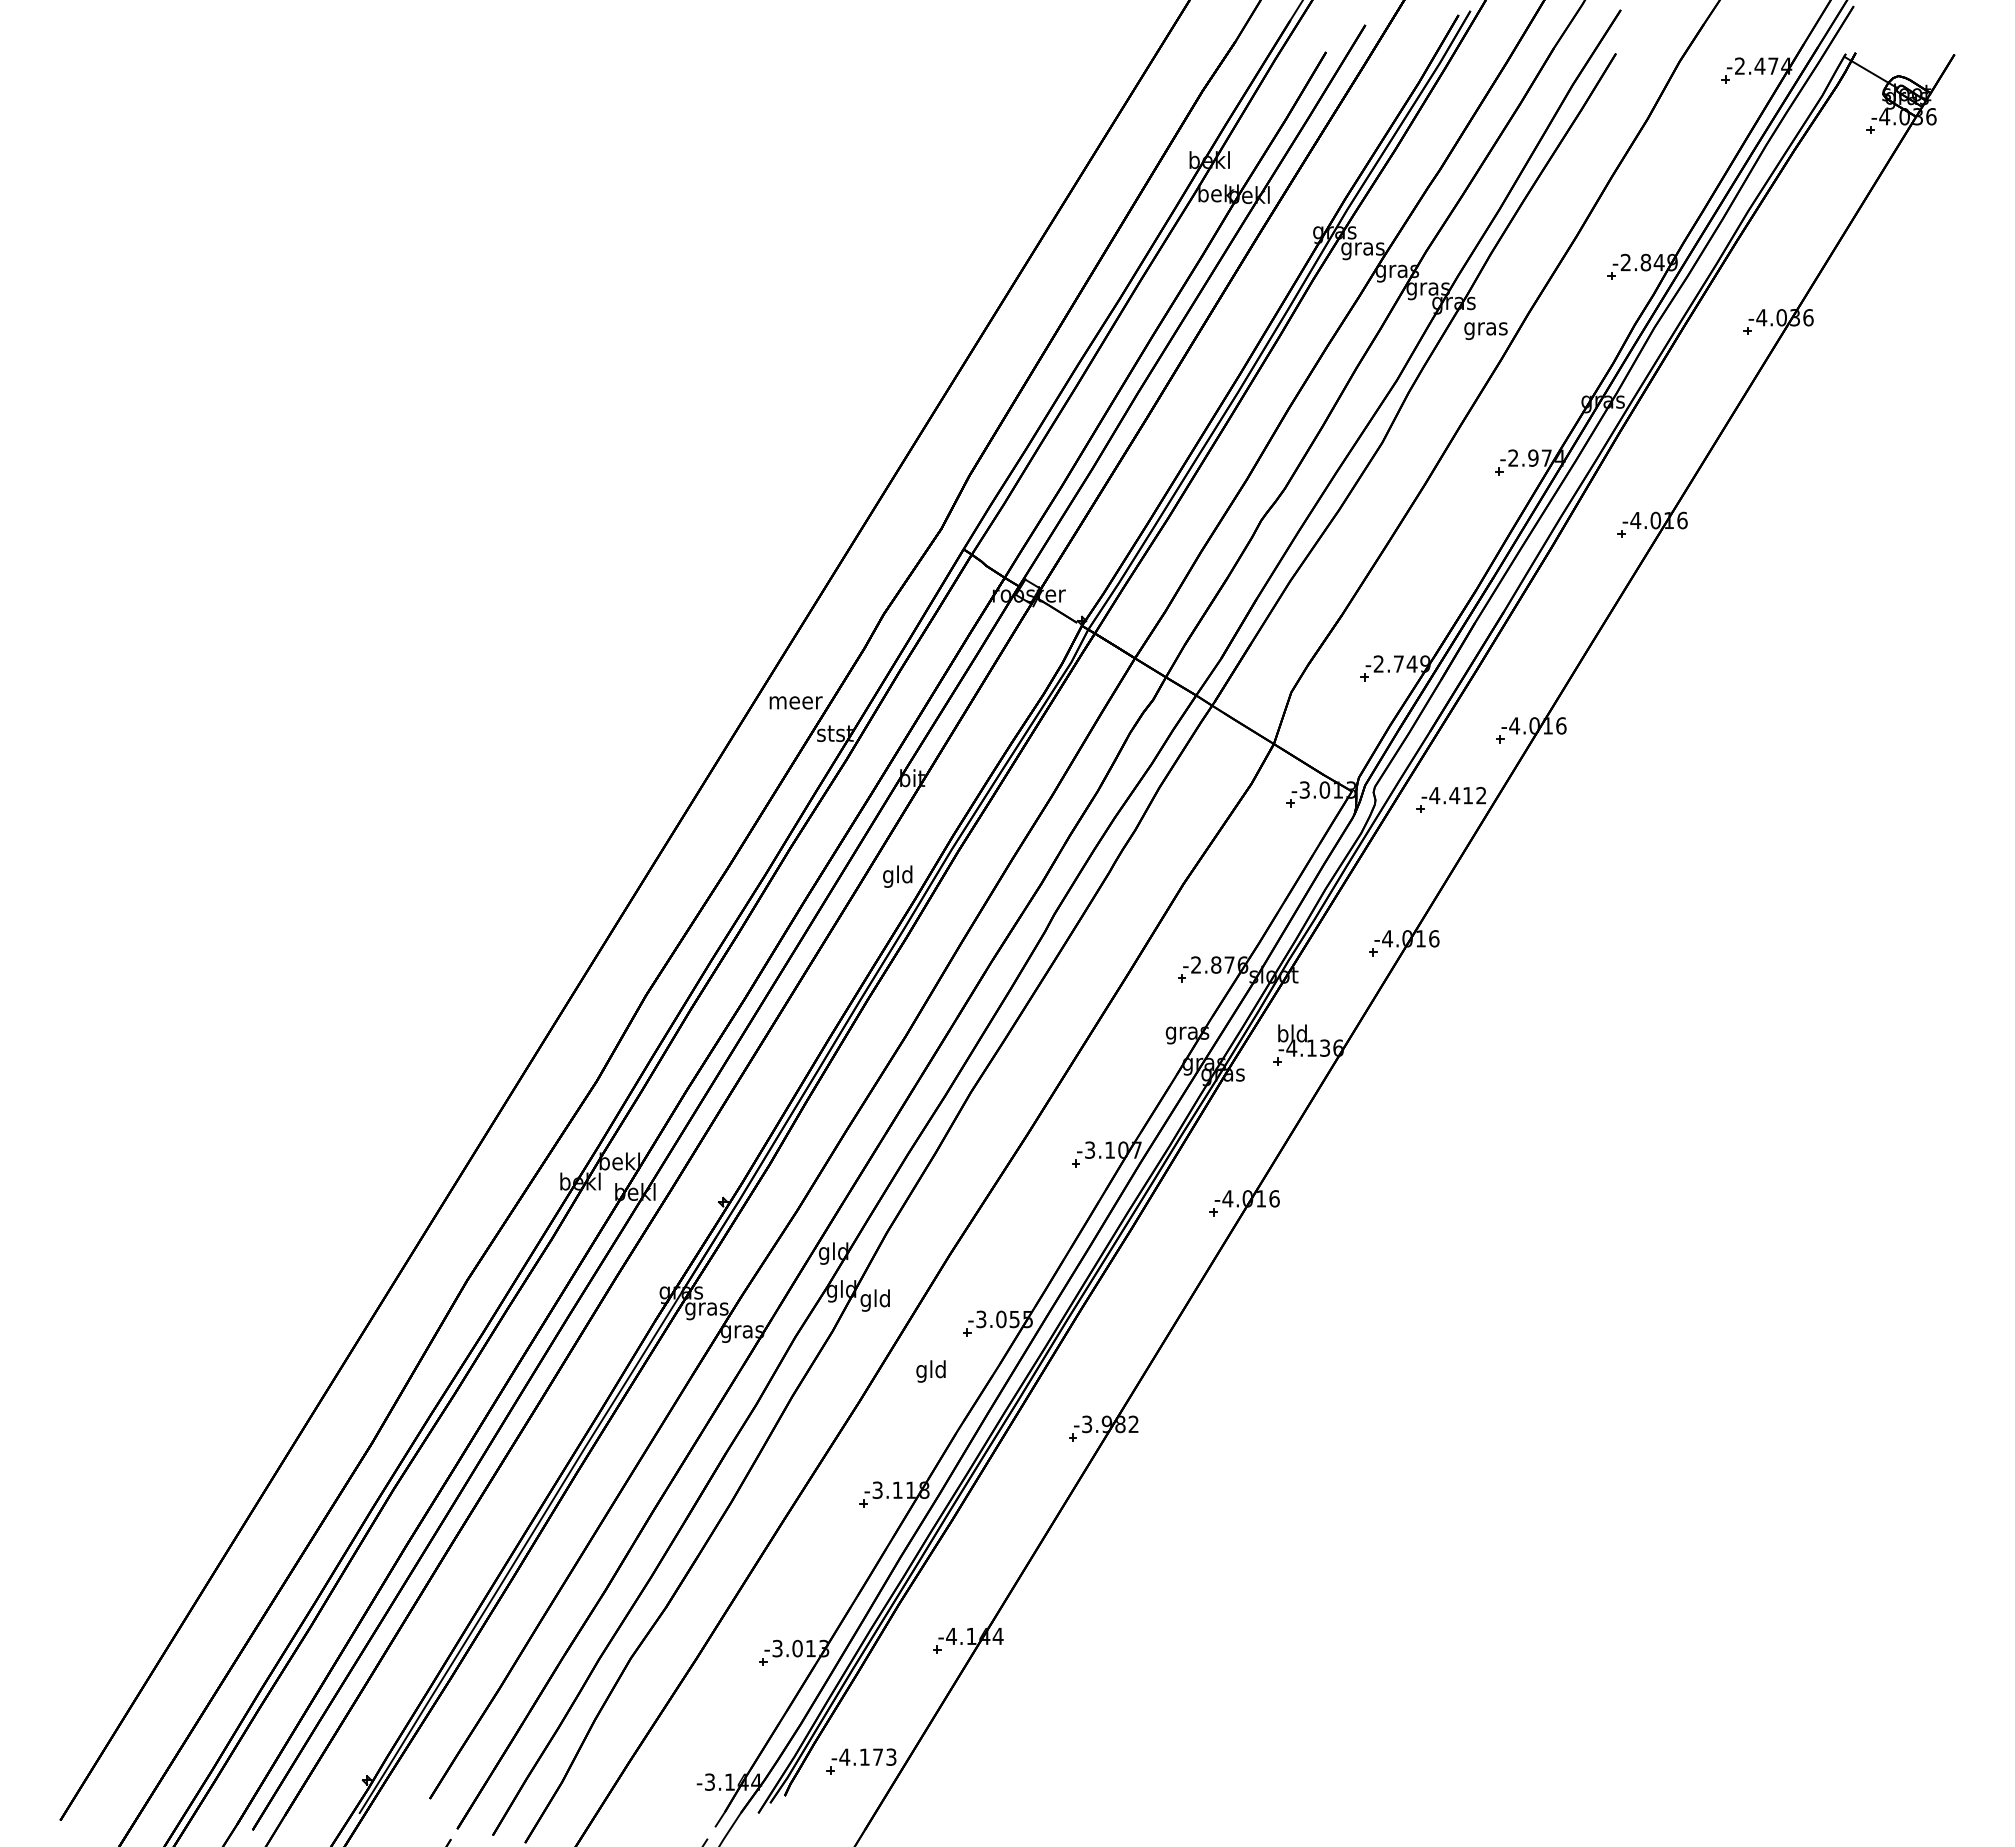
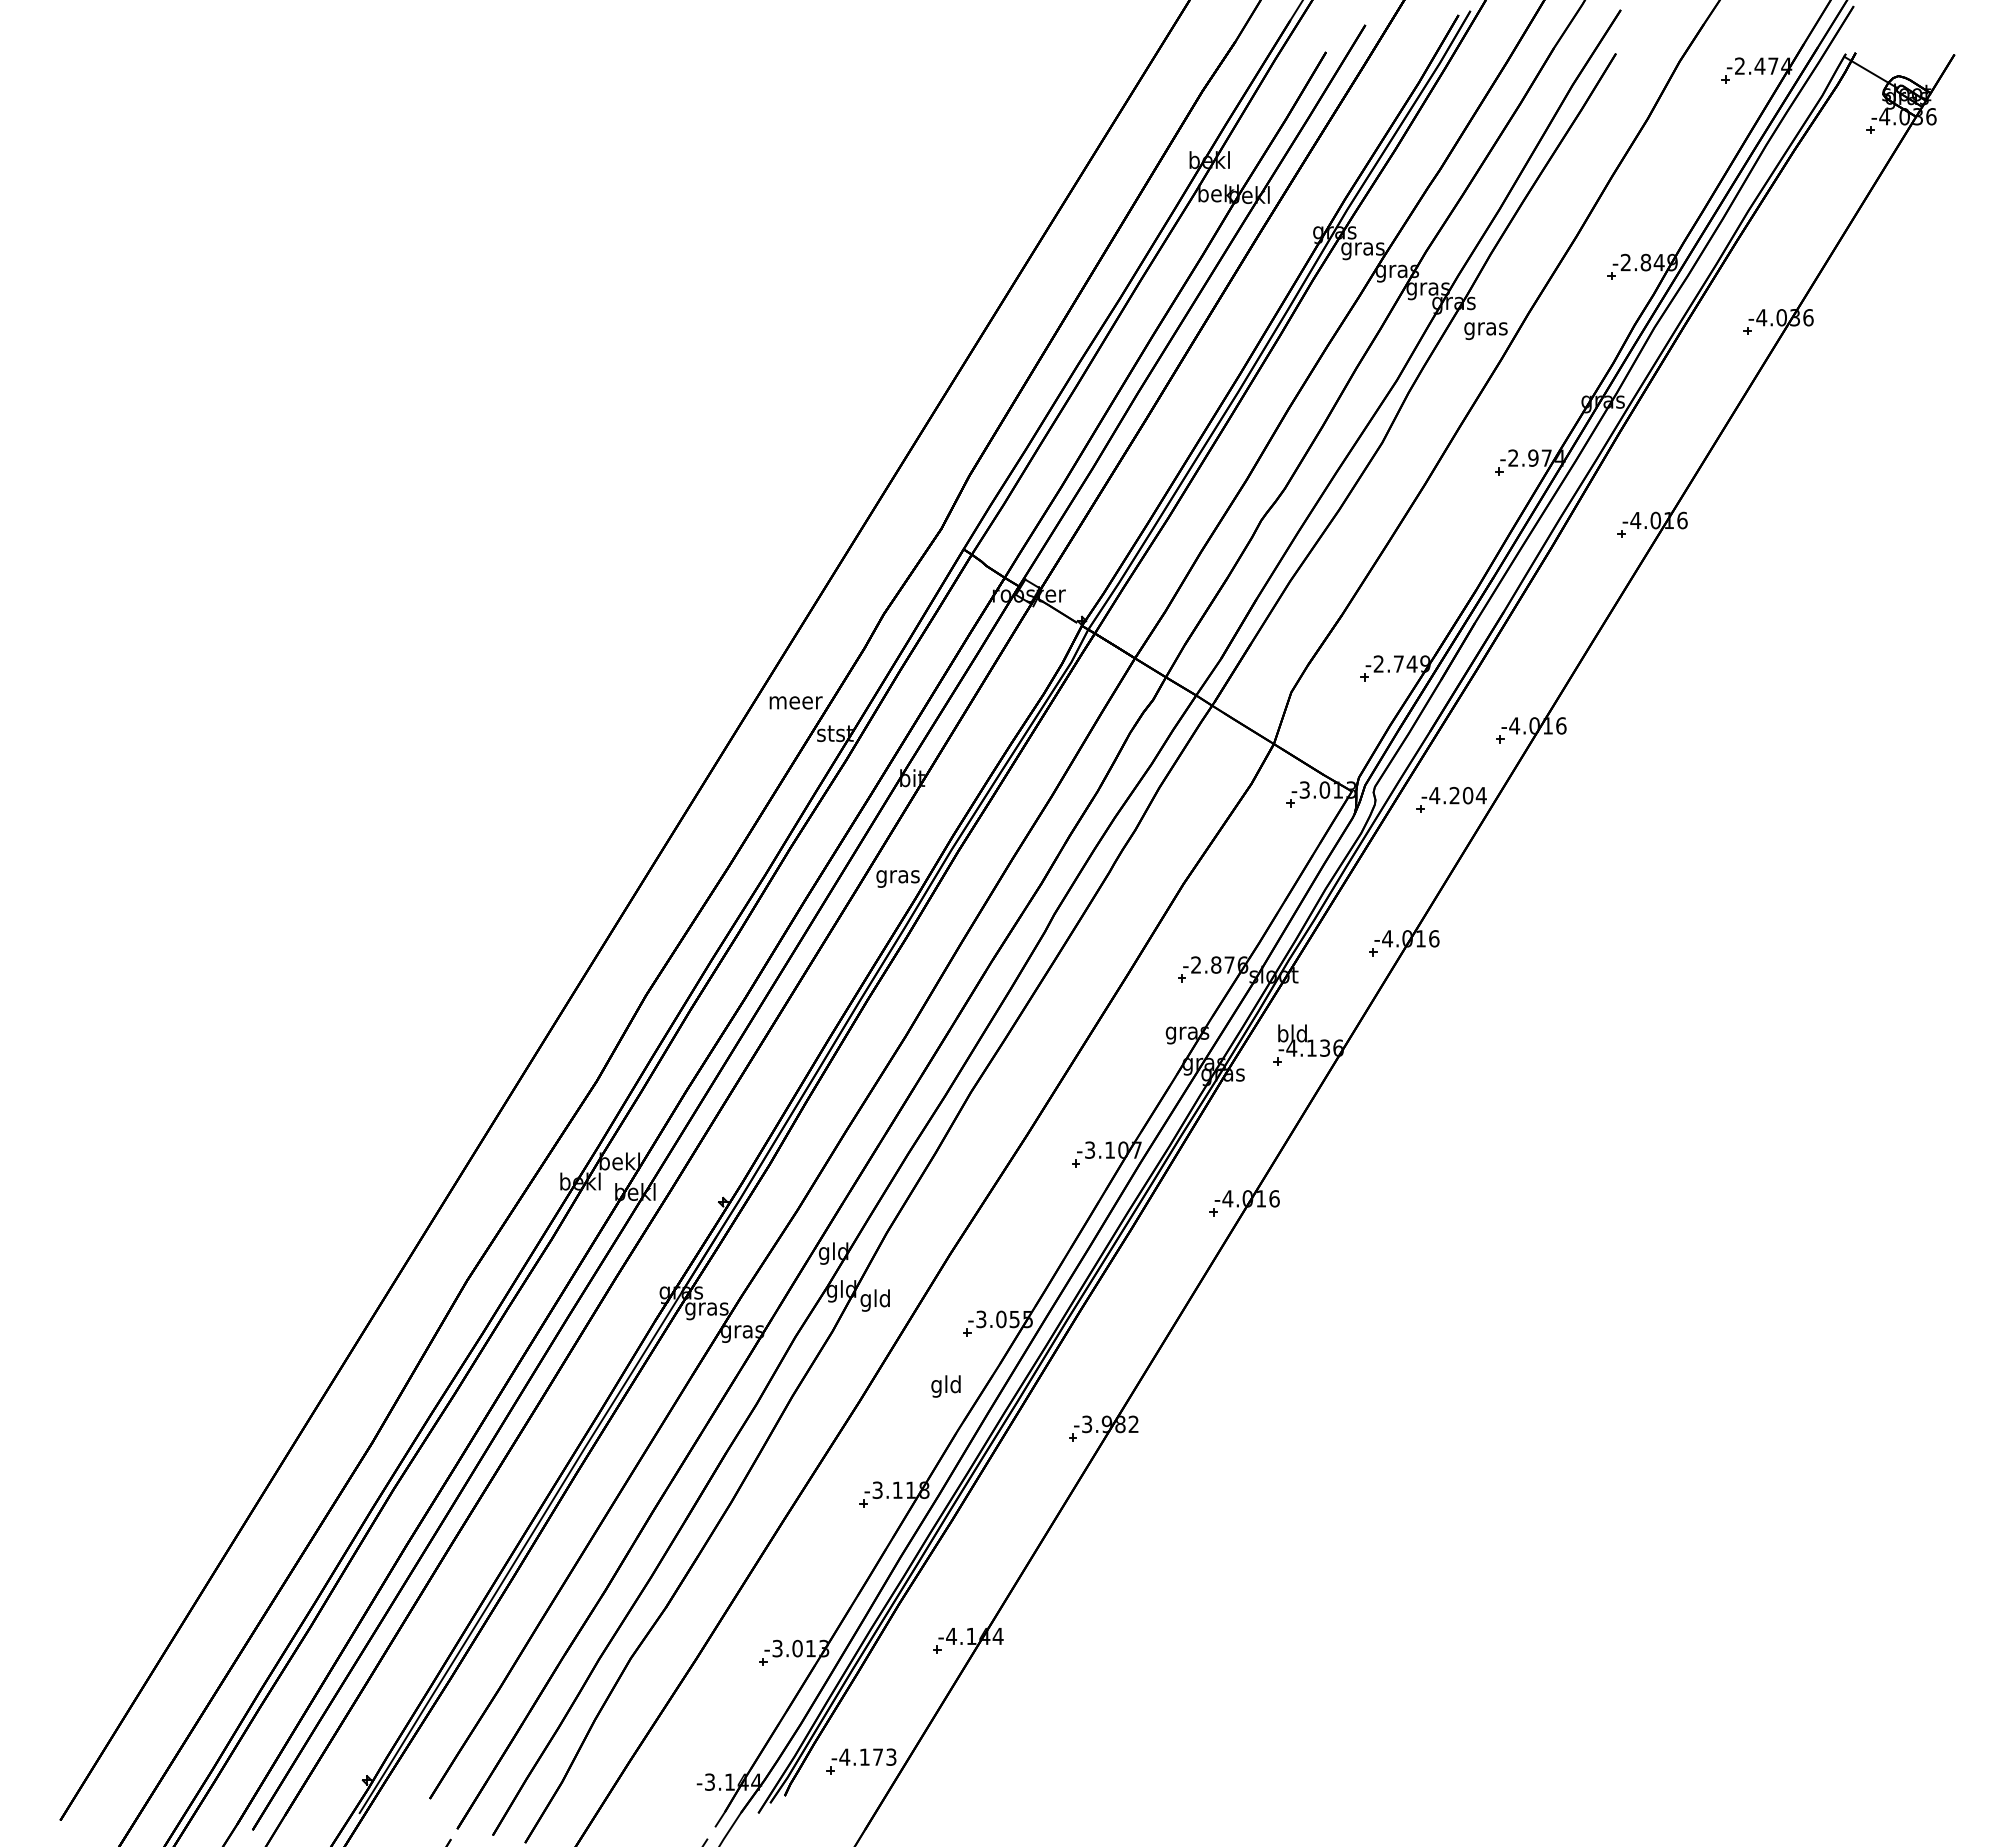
text at (1467, 795): -4.412 -> -4.204
text at (897, 876): gld -> gras
text at (930, 1371) position: (930, 1371) -> (945, 1386)
